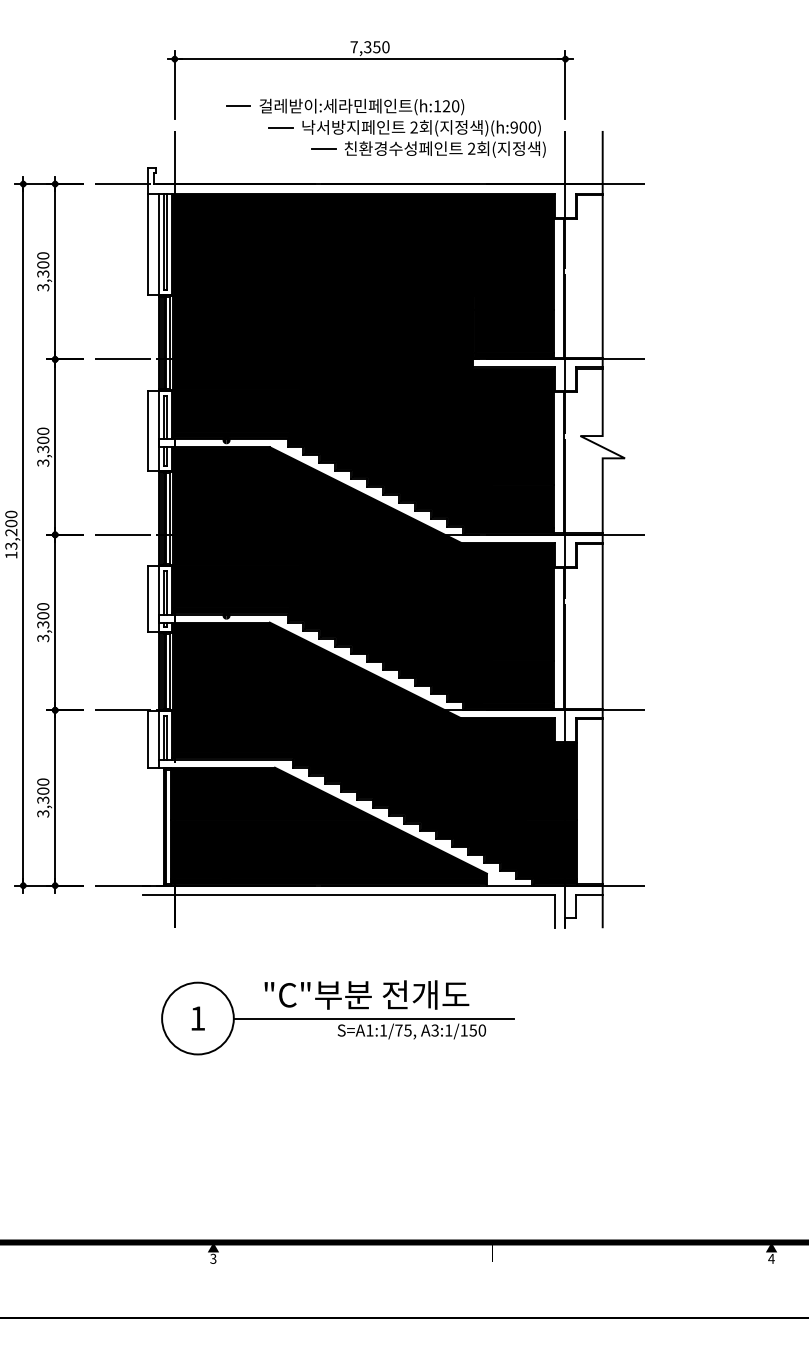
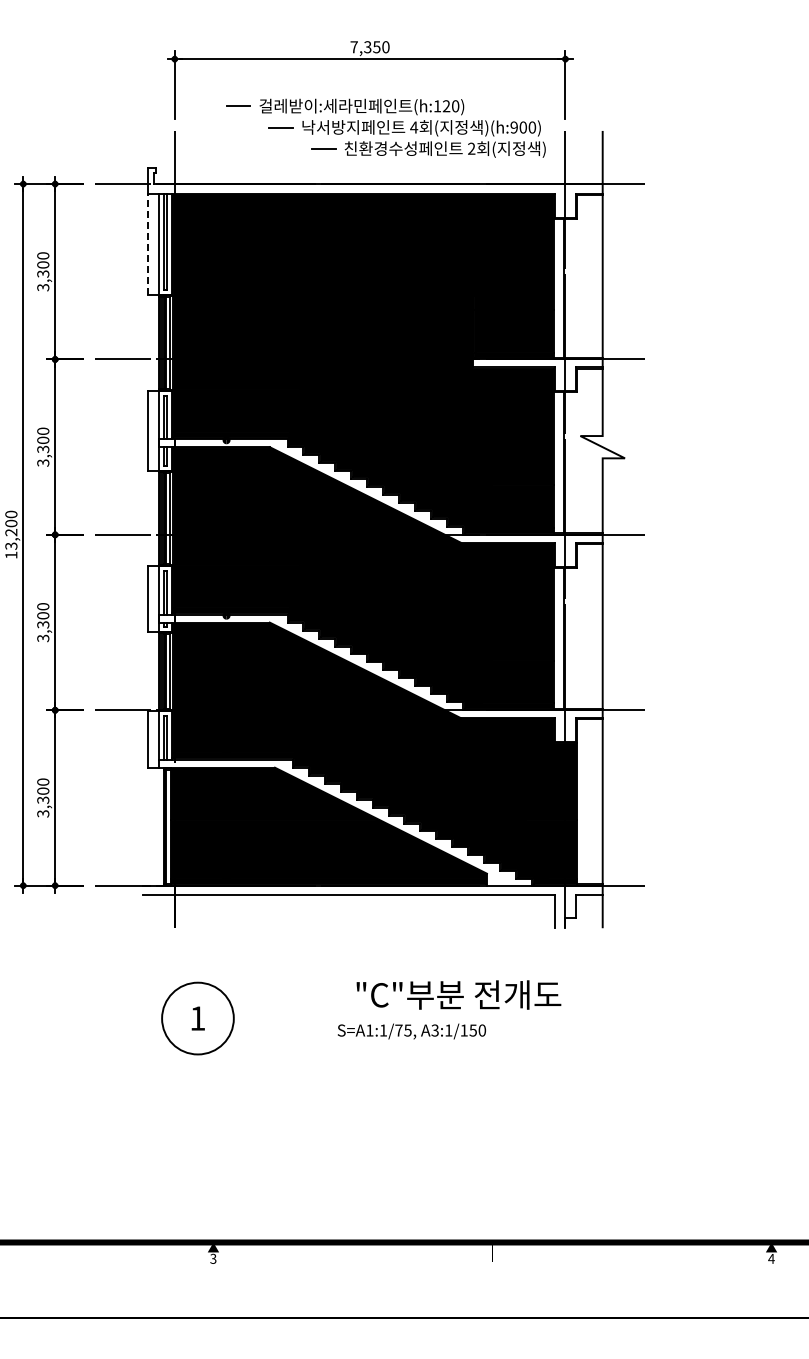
text at (414, 127): 2 -> 4
line at (148, 244): solid -> dashed
text at (366, 994) position: (366, 994) -> (458, 994)
line at (373, 1018): present -> none
